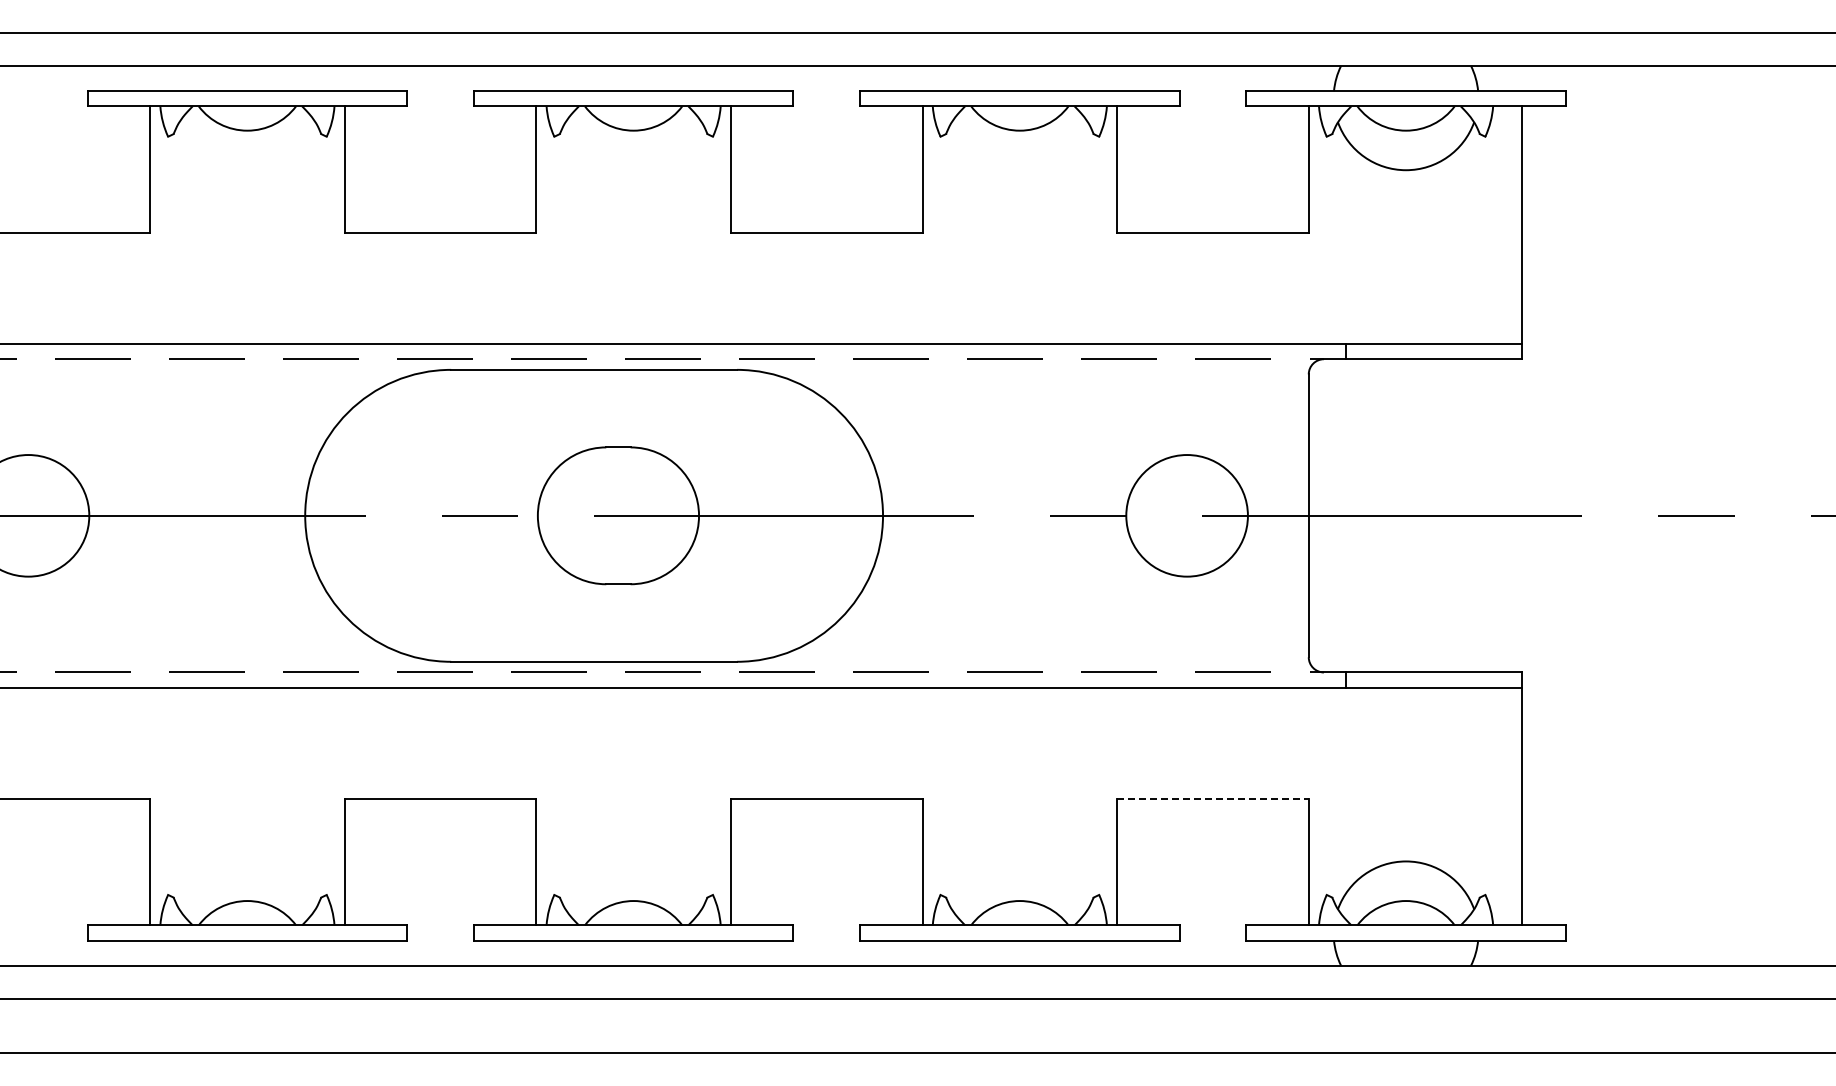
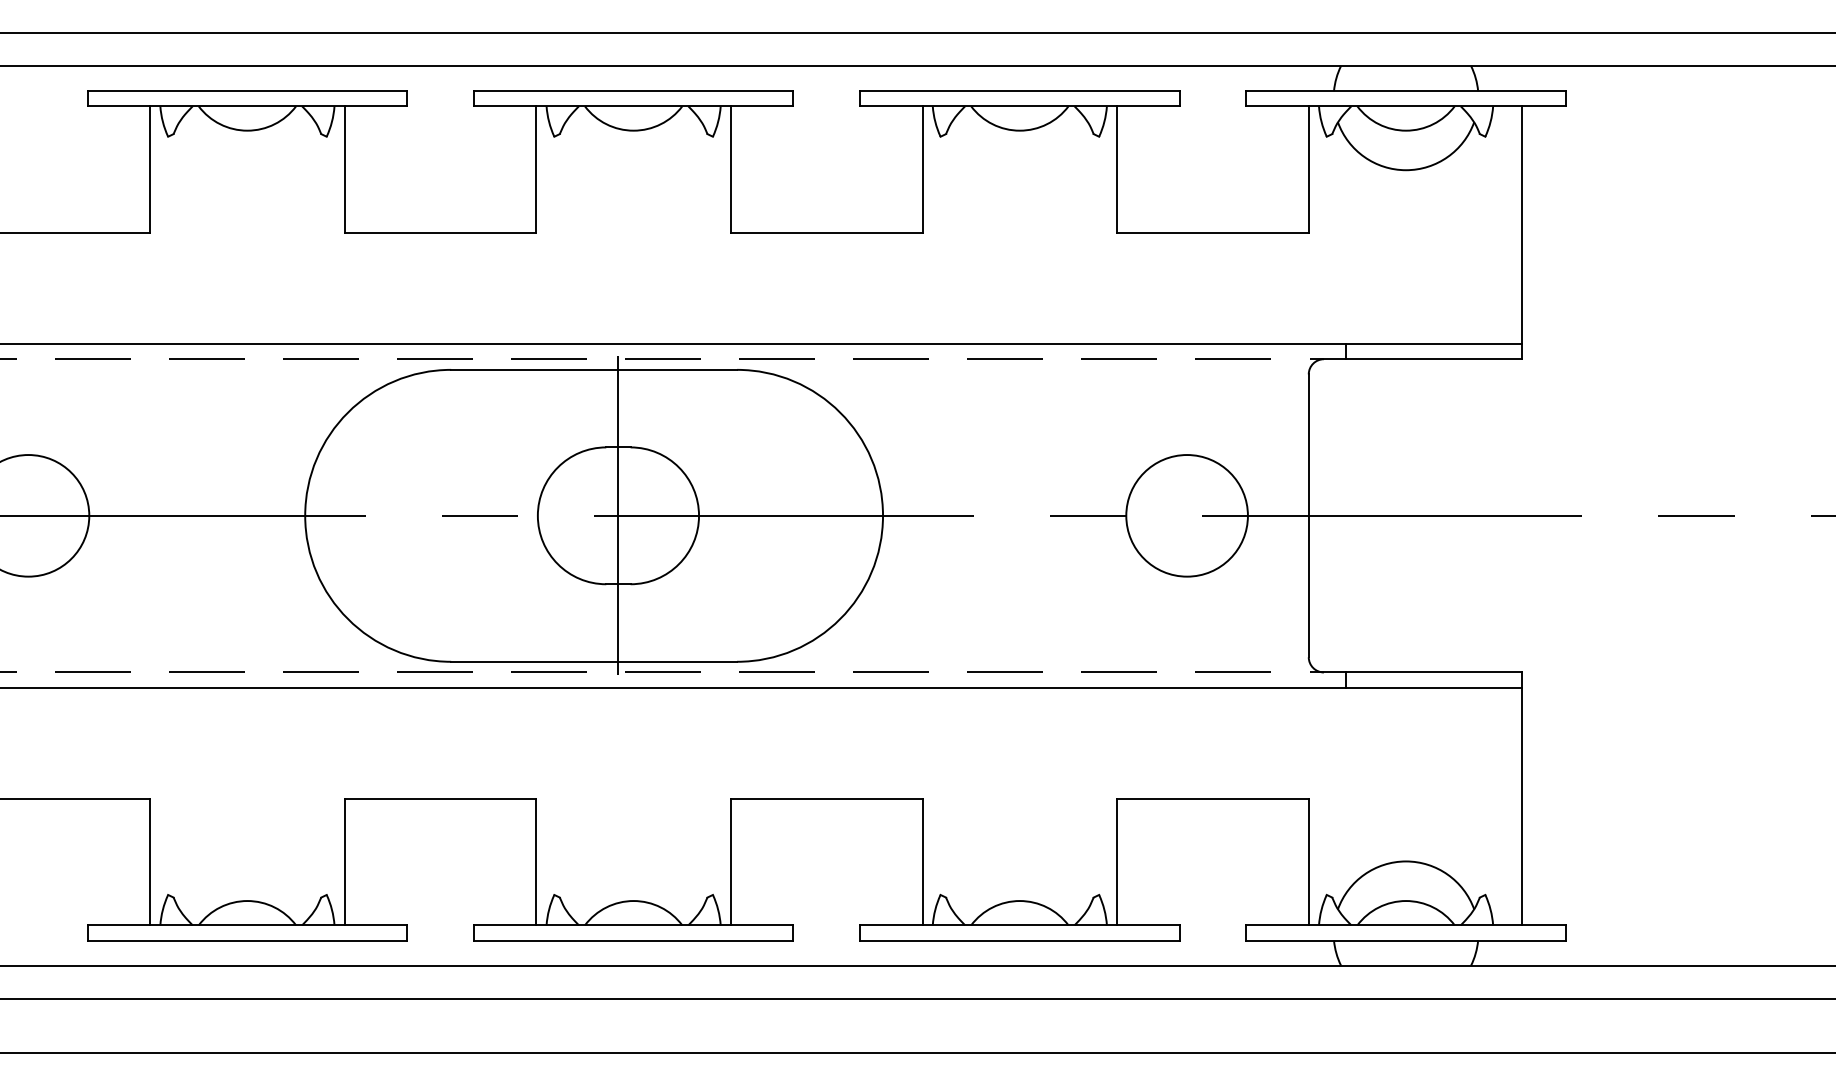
line at (618, 515): none -> present
line at (1212, 798): dashed -> solid
